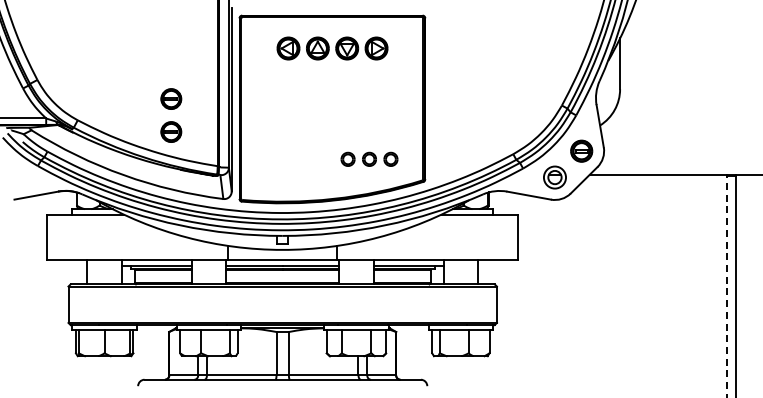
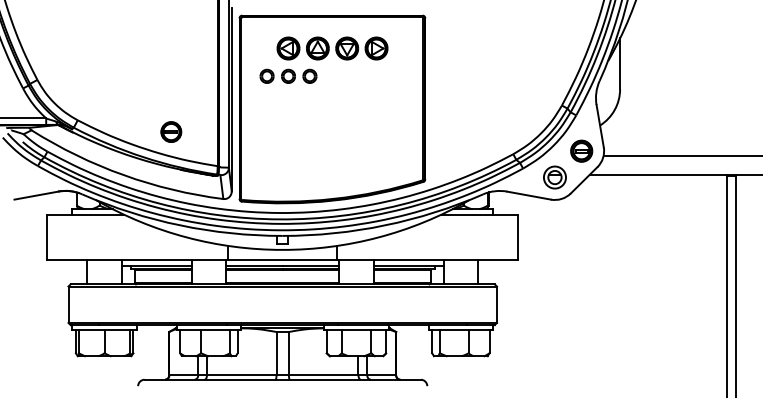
part at (171, 98): present -> none
line at (681, 155): none -> present
part at (369, 158) position: (369, 158) -> (288, 75)
line at (727, 286): dashed -> solid
